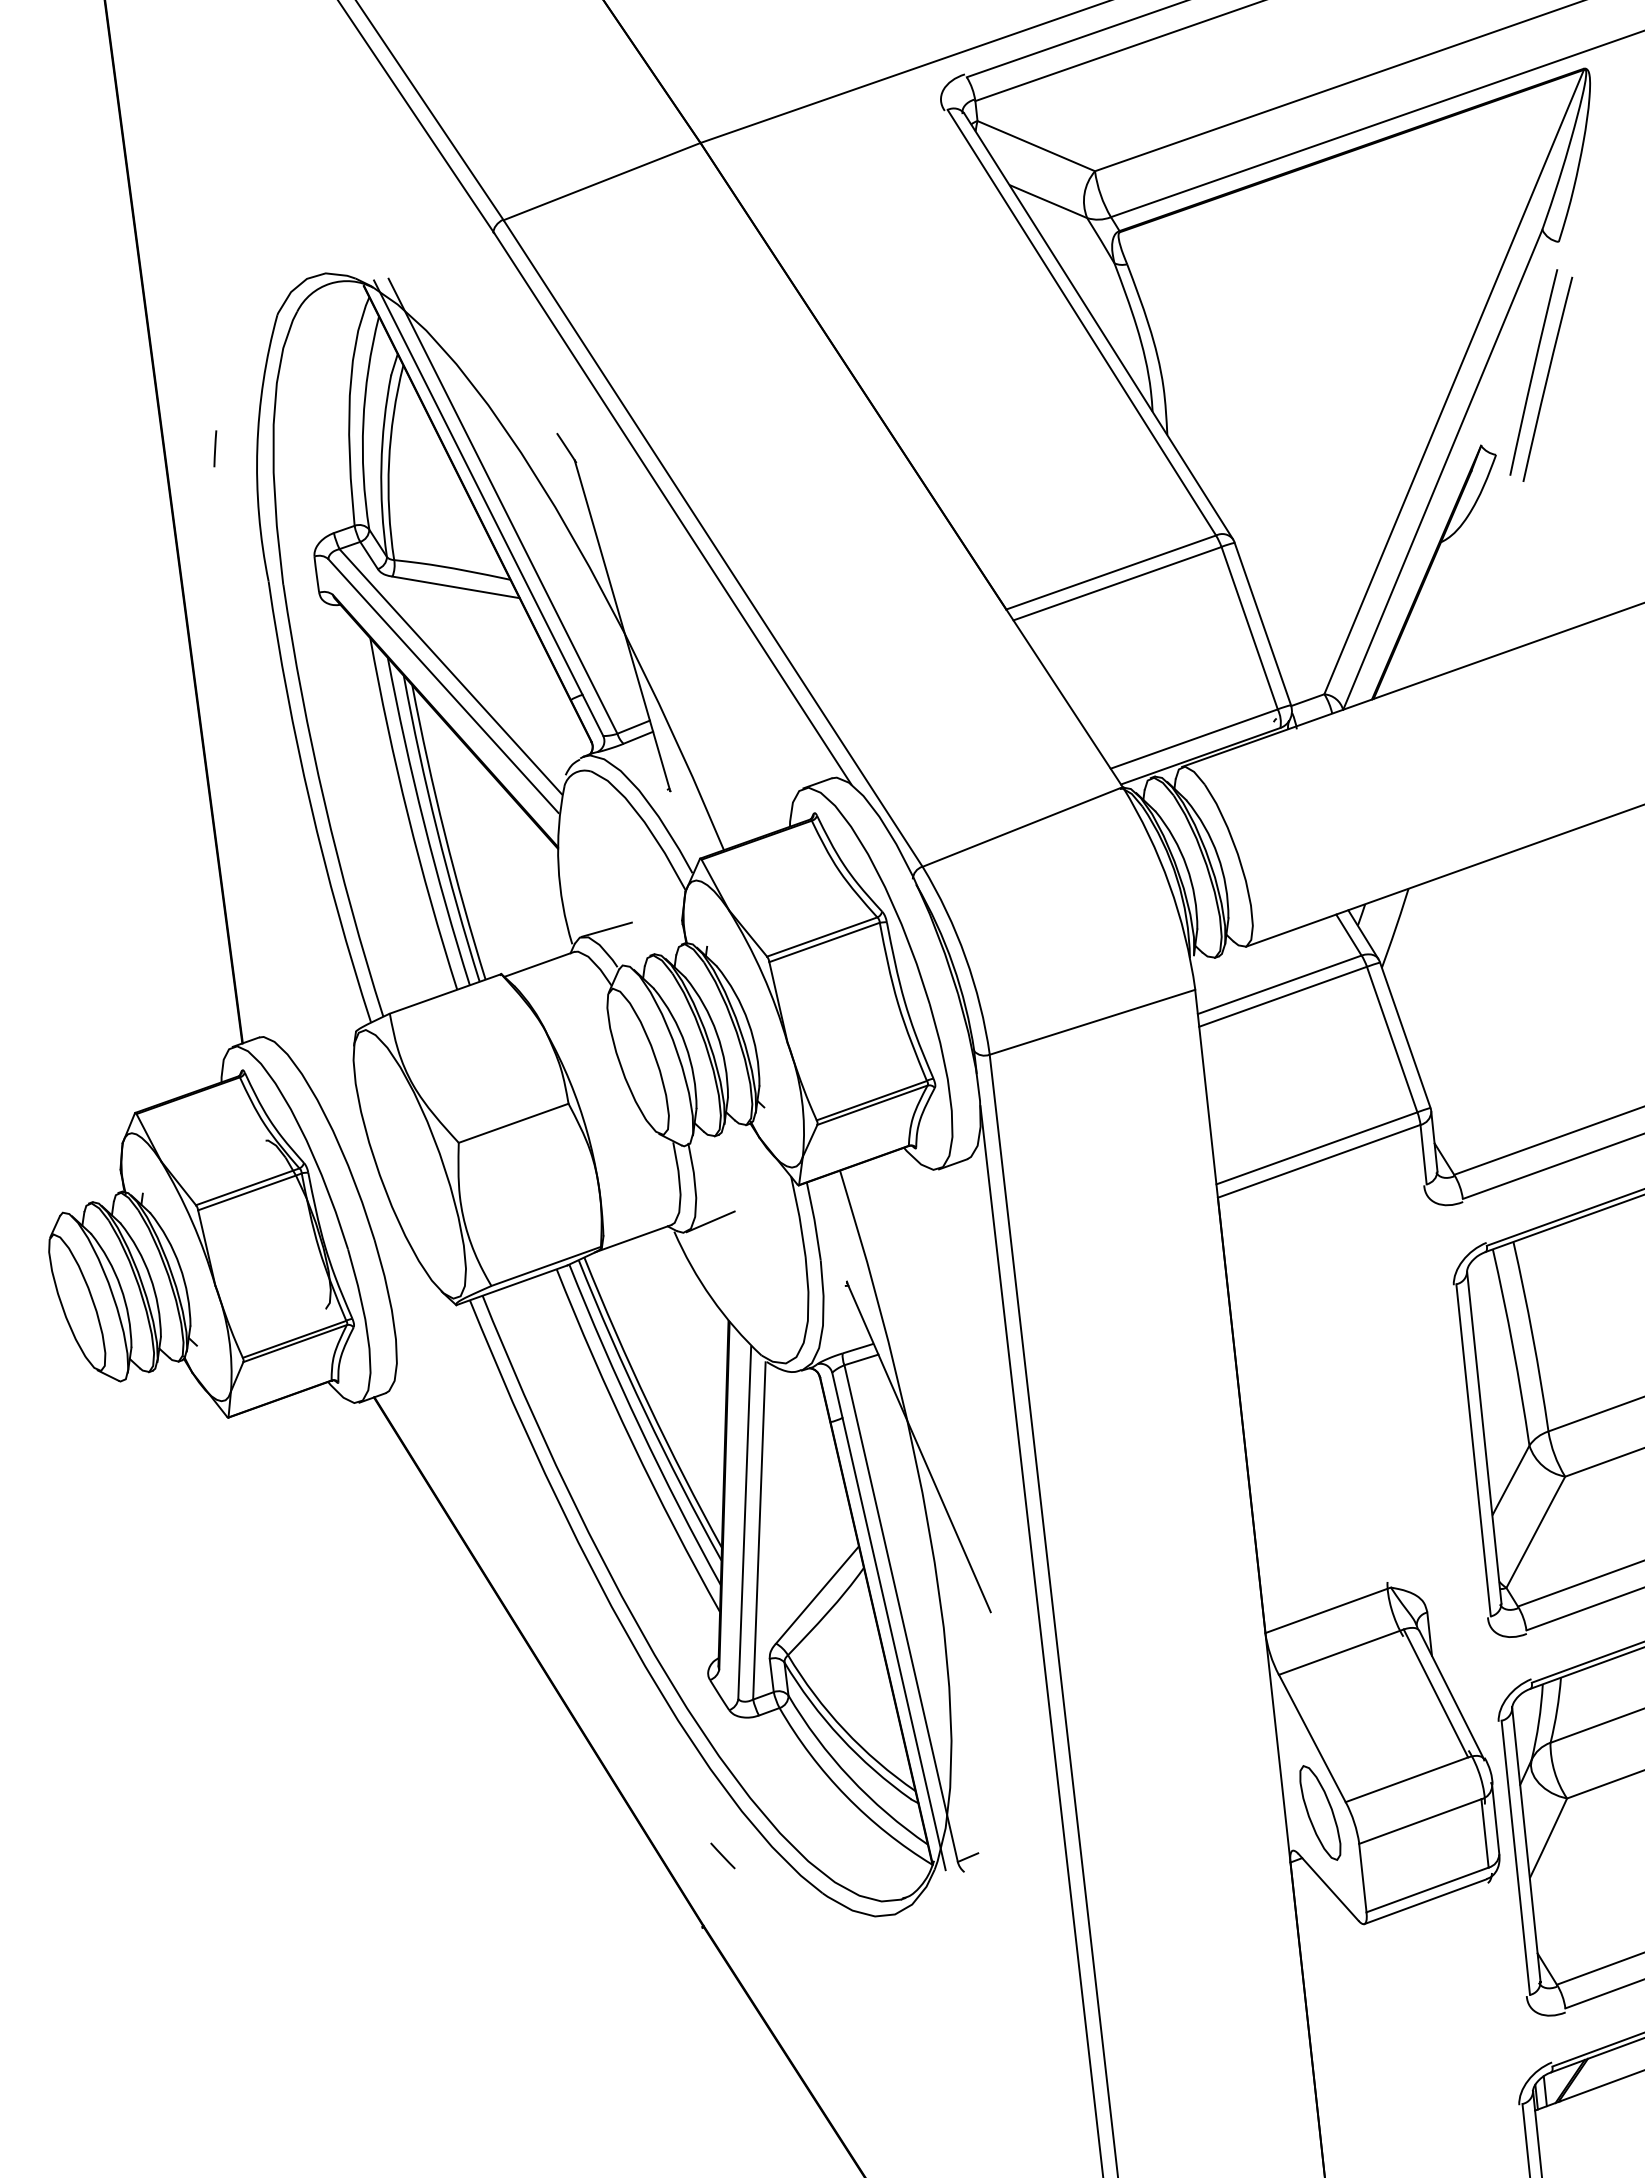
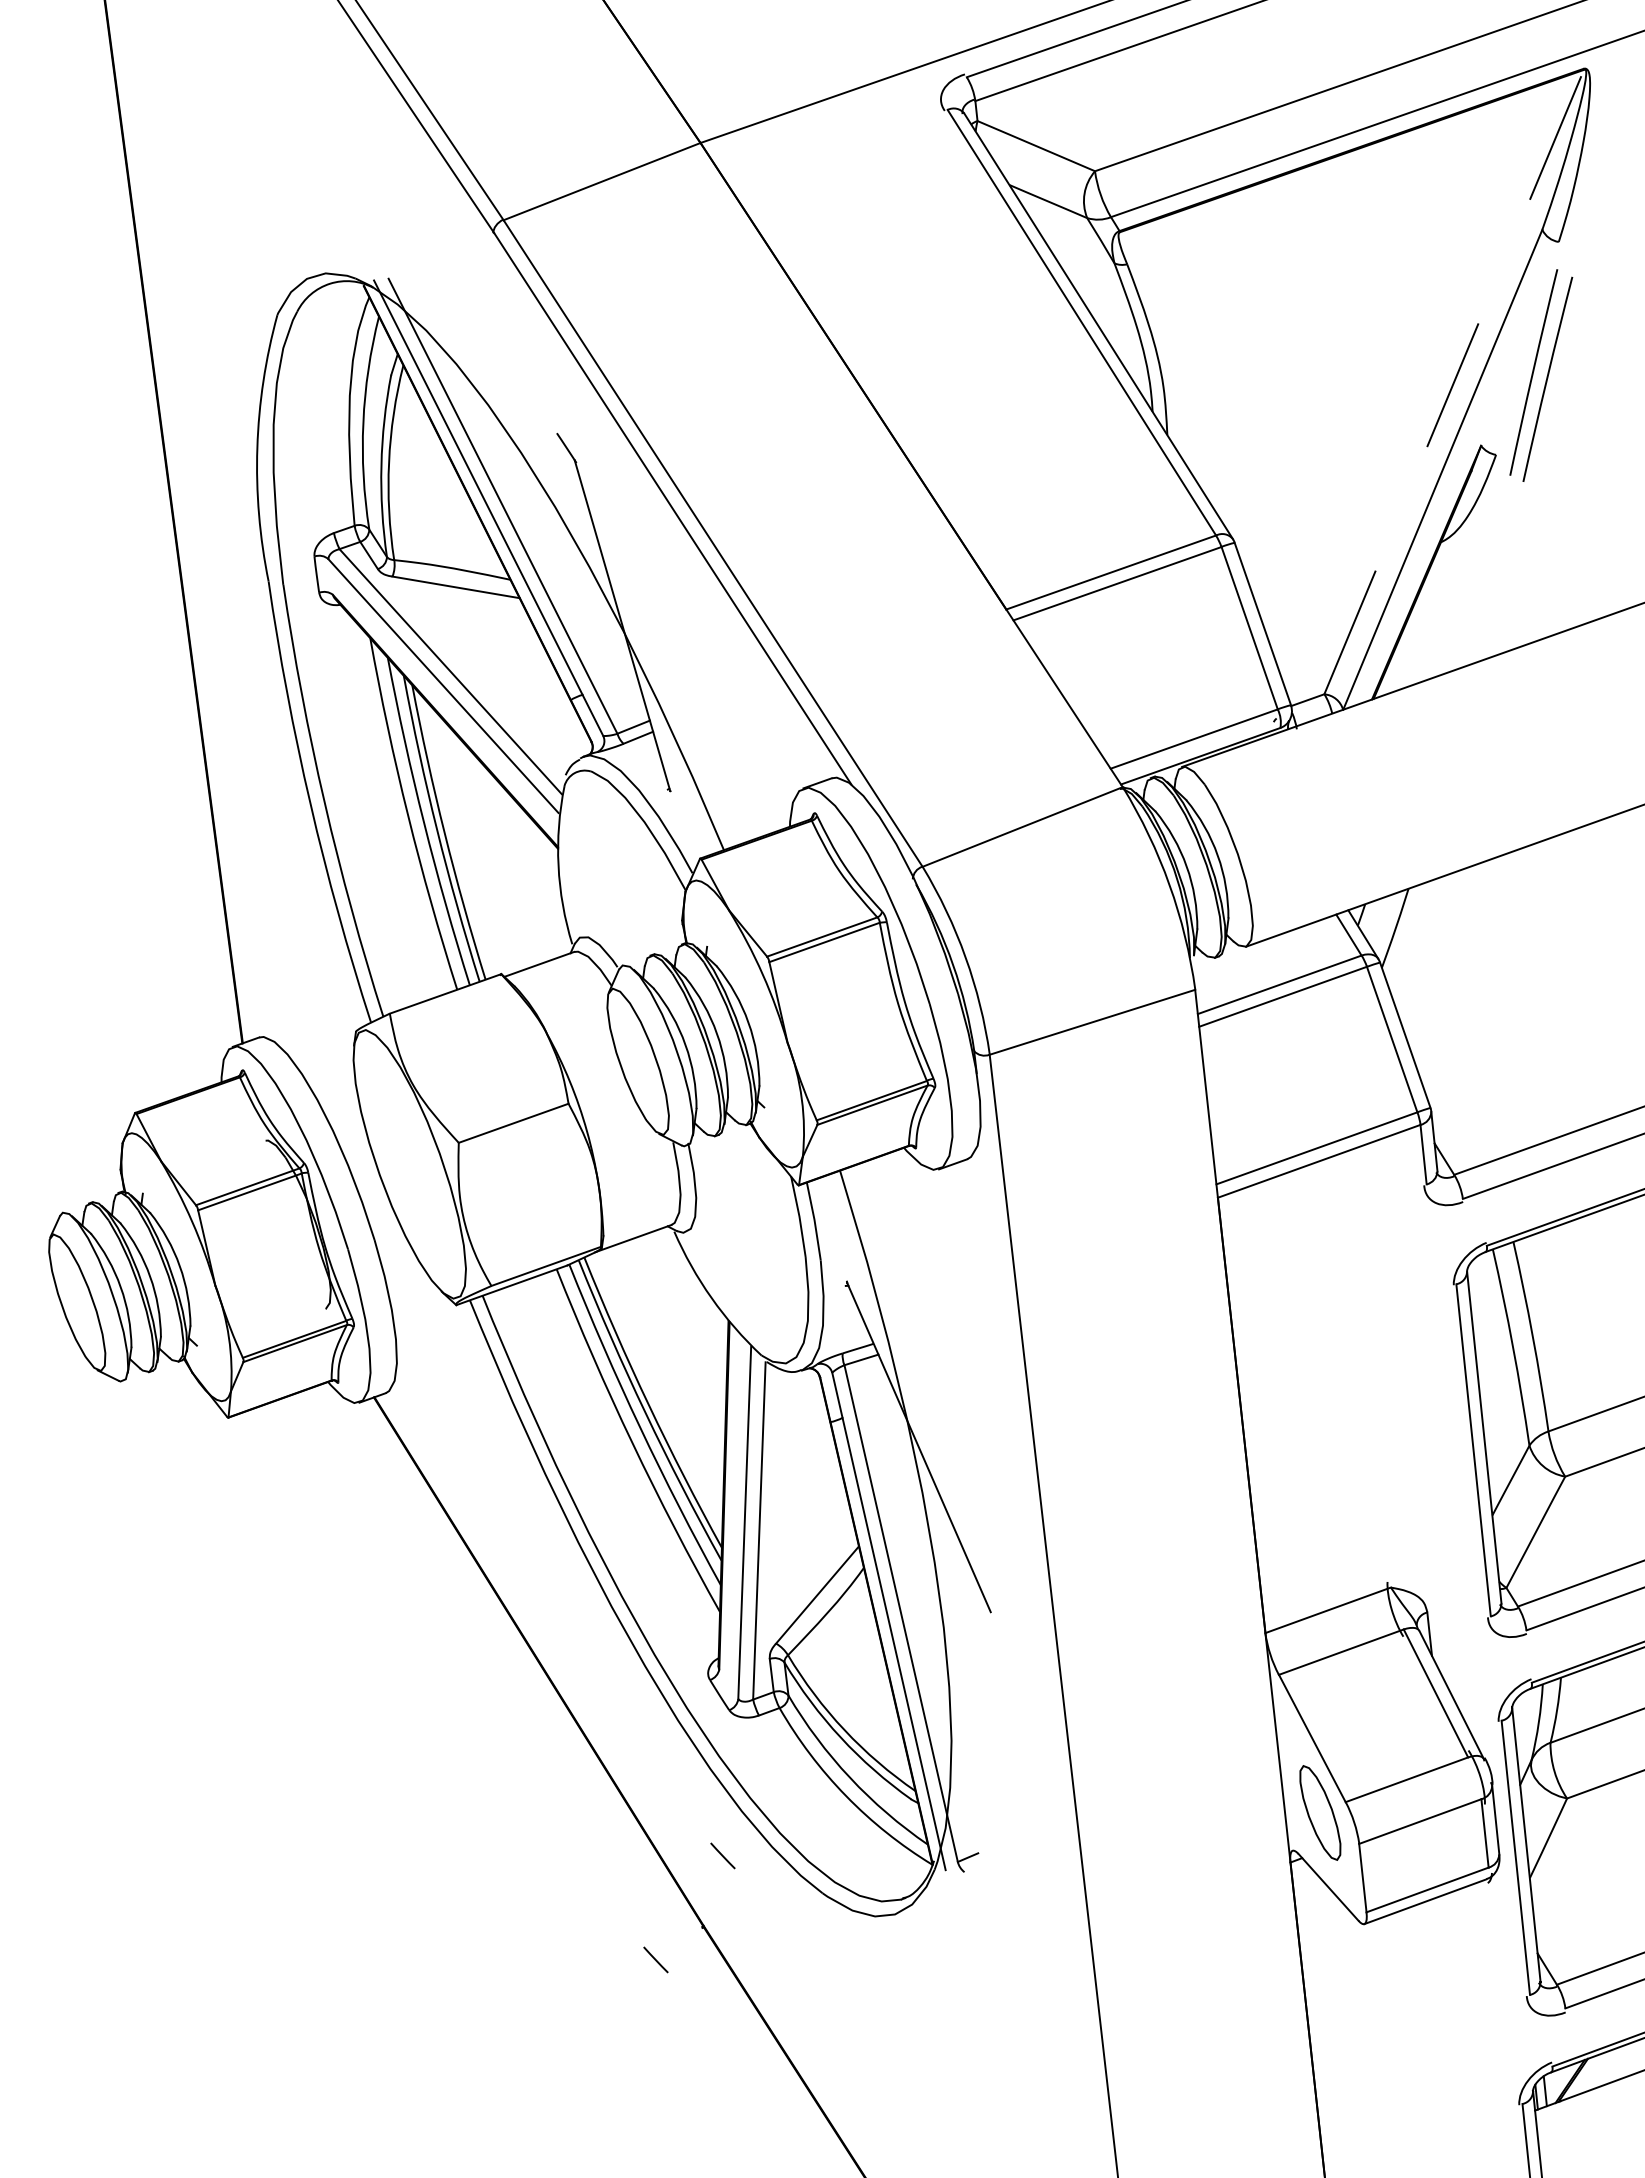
line at (1454, 381): solid -> dashed
line at (215, 448): present -> none
line at (606, 929): present -> none
line at (710, 1221): present -> none
line at (1041, 1640): present -> none
line at (655, 1959): none -> present
